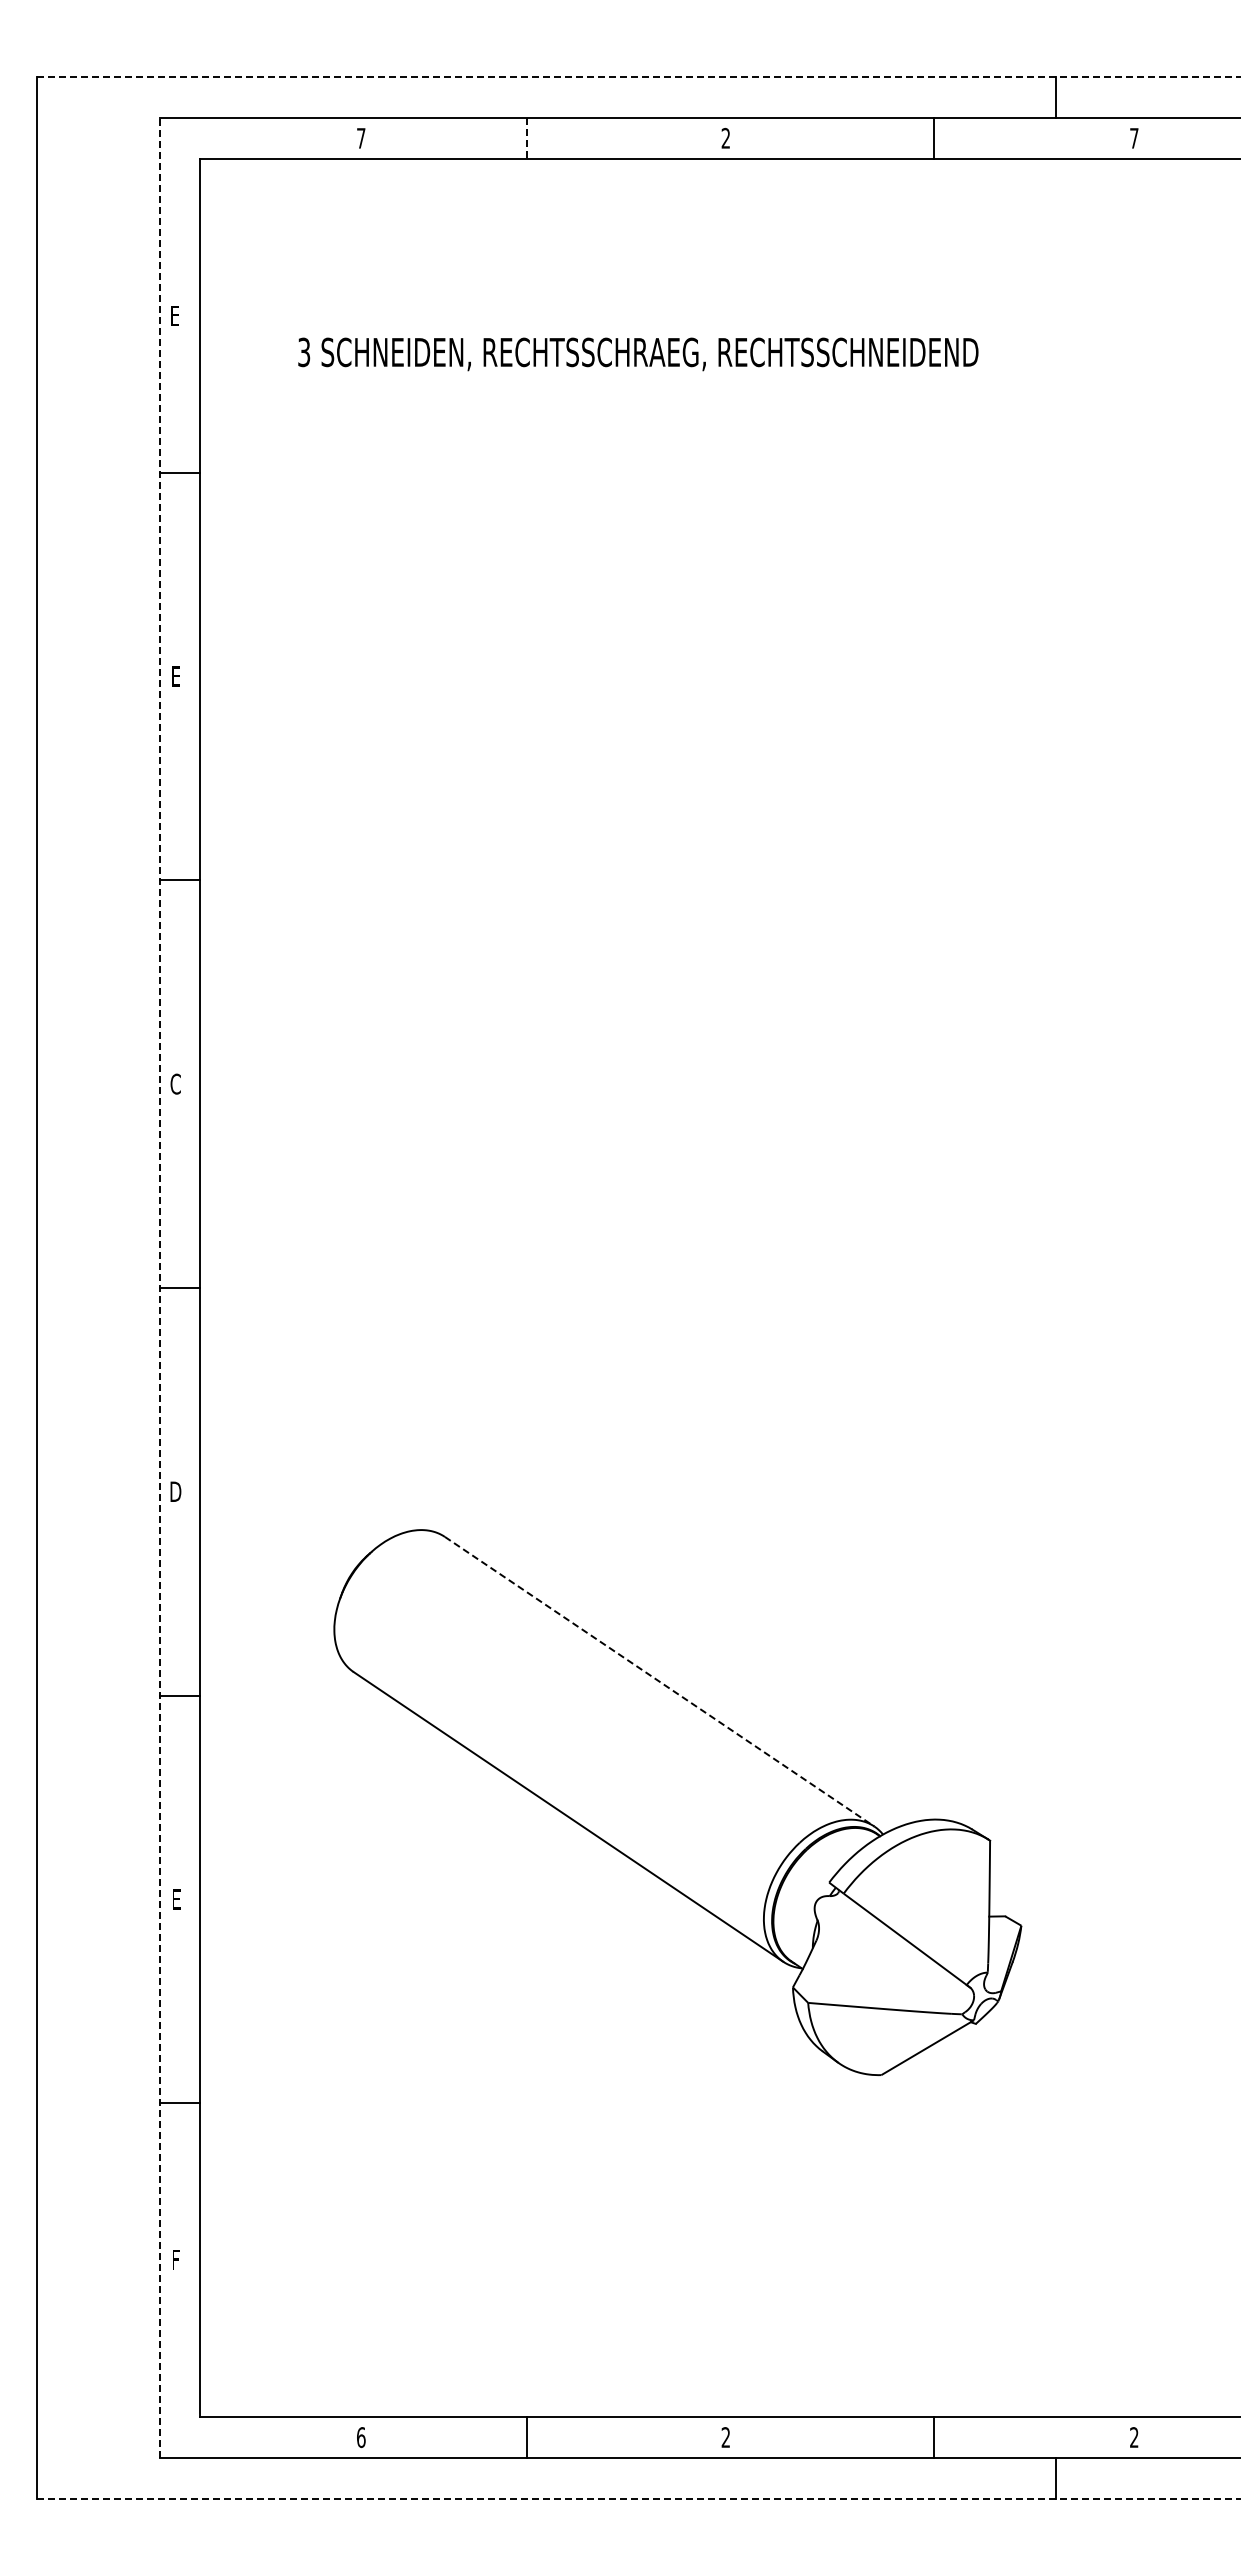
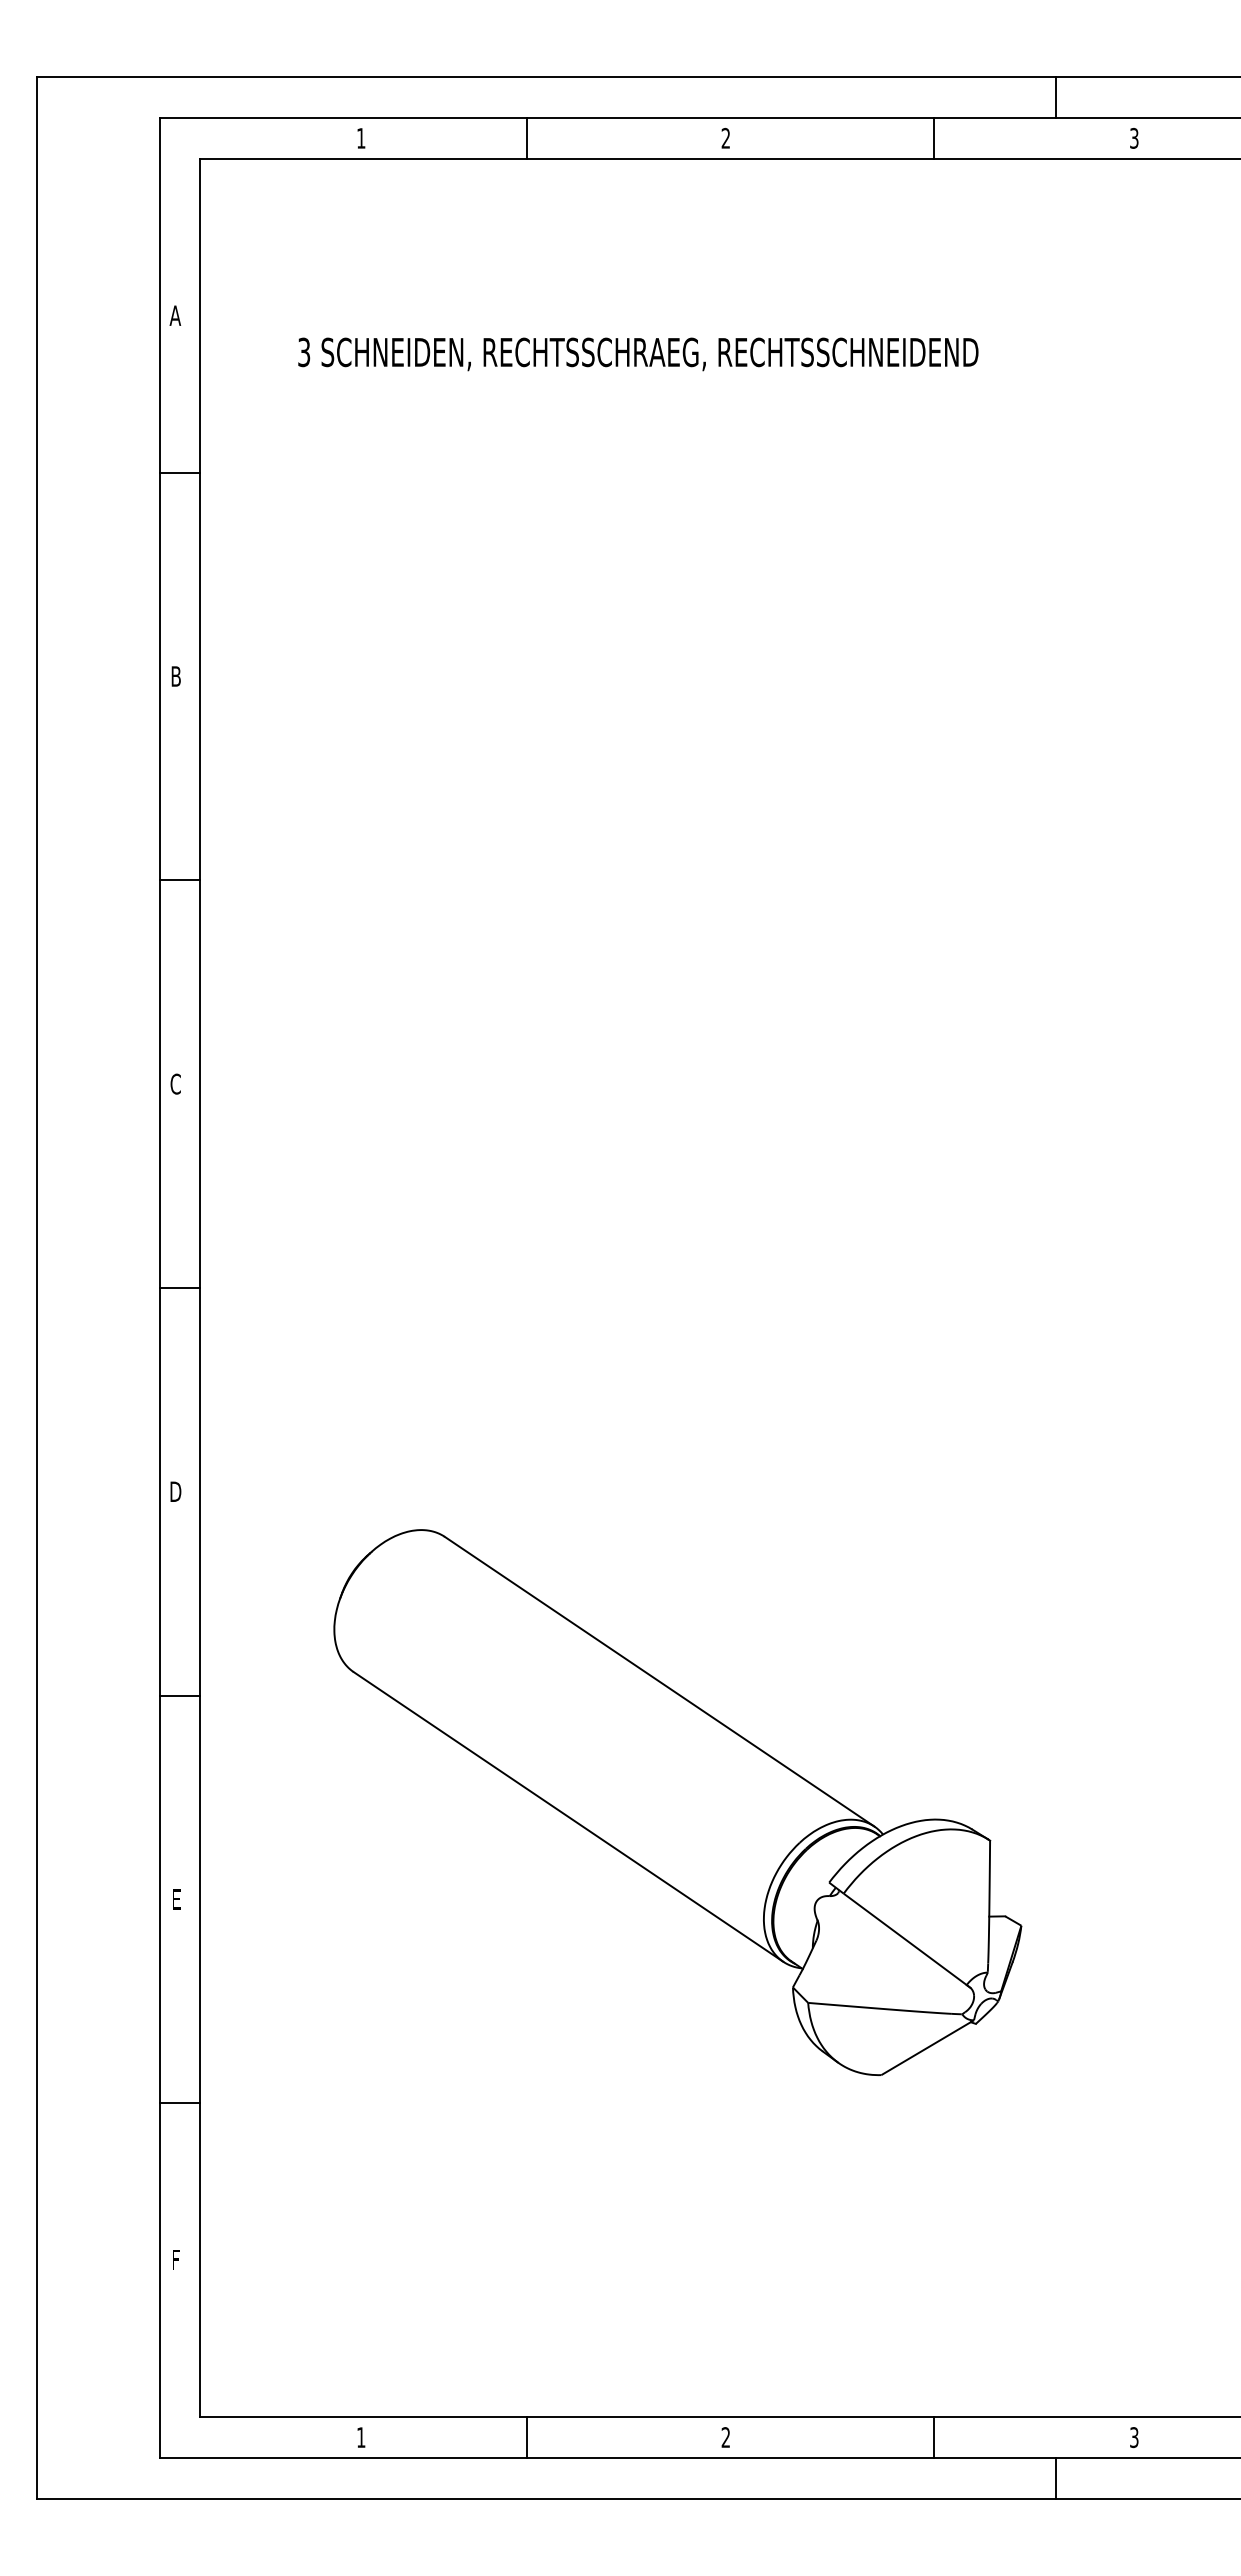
line at (639, 77): dashed -> solid
text at (1134, 137): 7 -> 3
text at (361, 138): 7 -> 1
line at (526, 138): dashed -> solid
text at (175, 315): E -> A
text at (175, 676): E -> B
line at (159, 1287): dashed -> solid
line at (660, 1682): dashed -> solid
text at (361, 2437): 6 -> 1
text at (1134, 2437): 2 -> 3
line at (639, 2498): dashed -> solid
